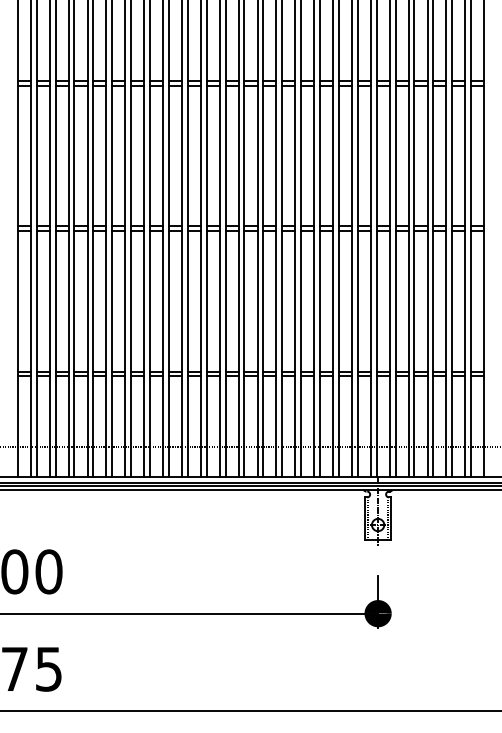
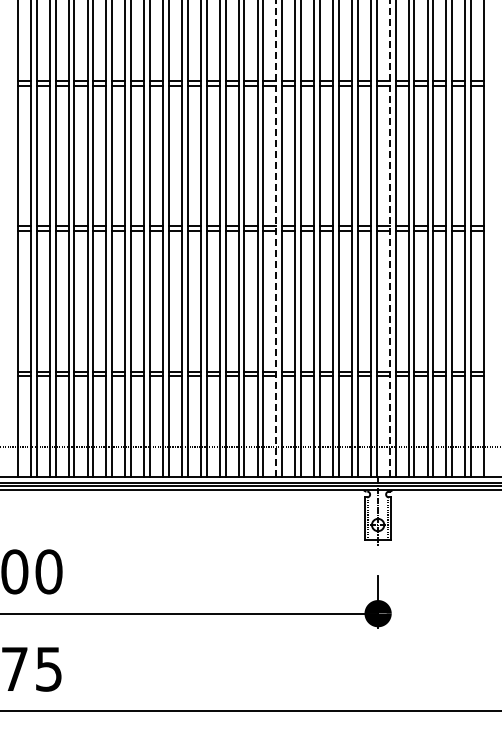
line at (276, 238): solid -> dashed
line at (389, 238): solid -> dashed
